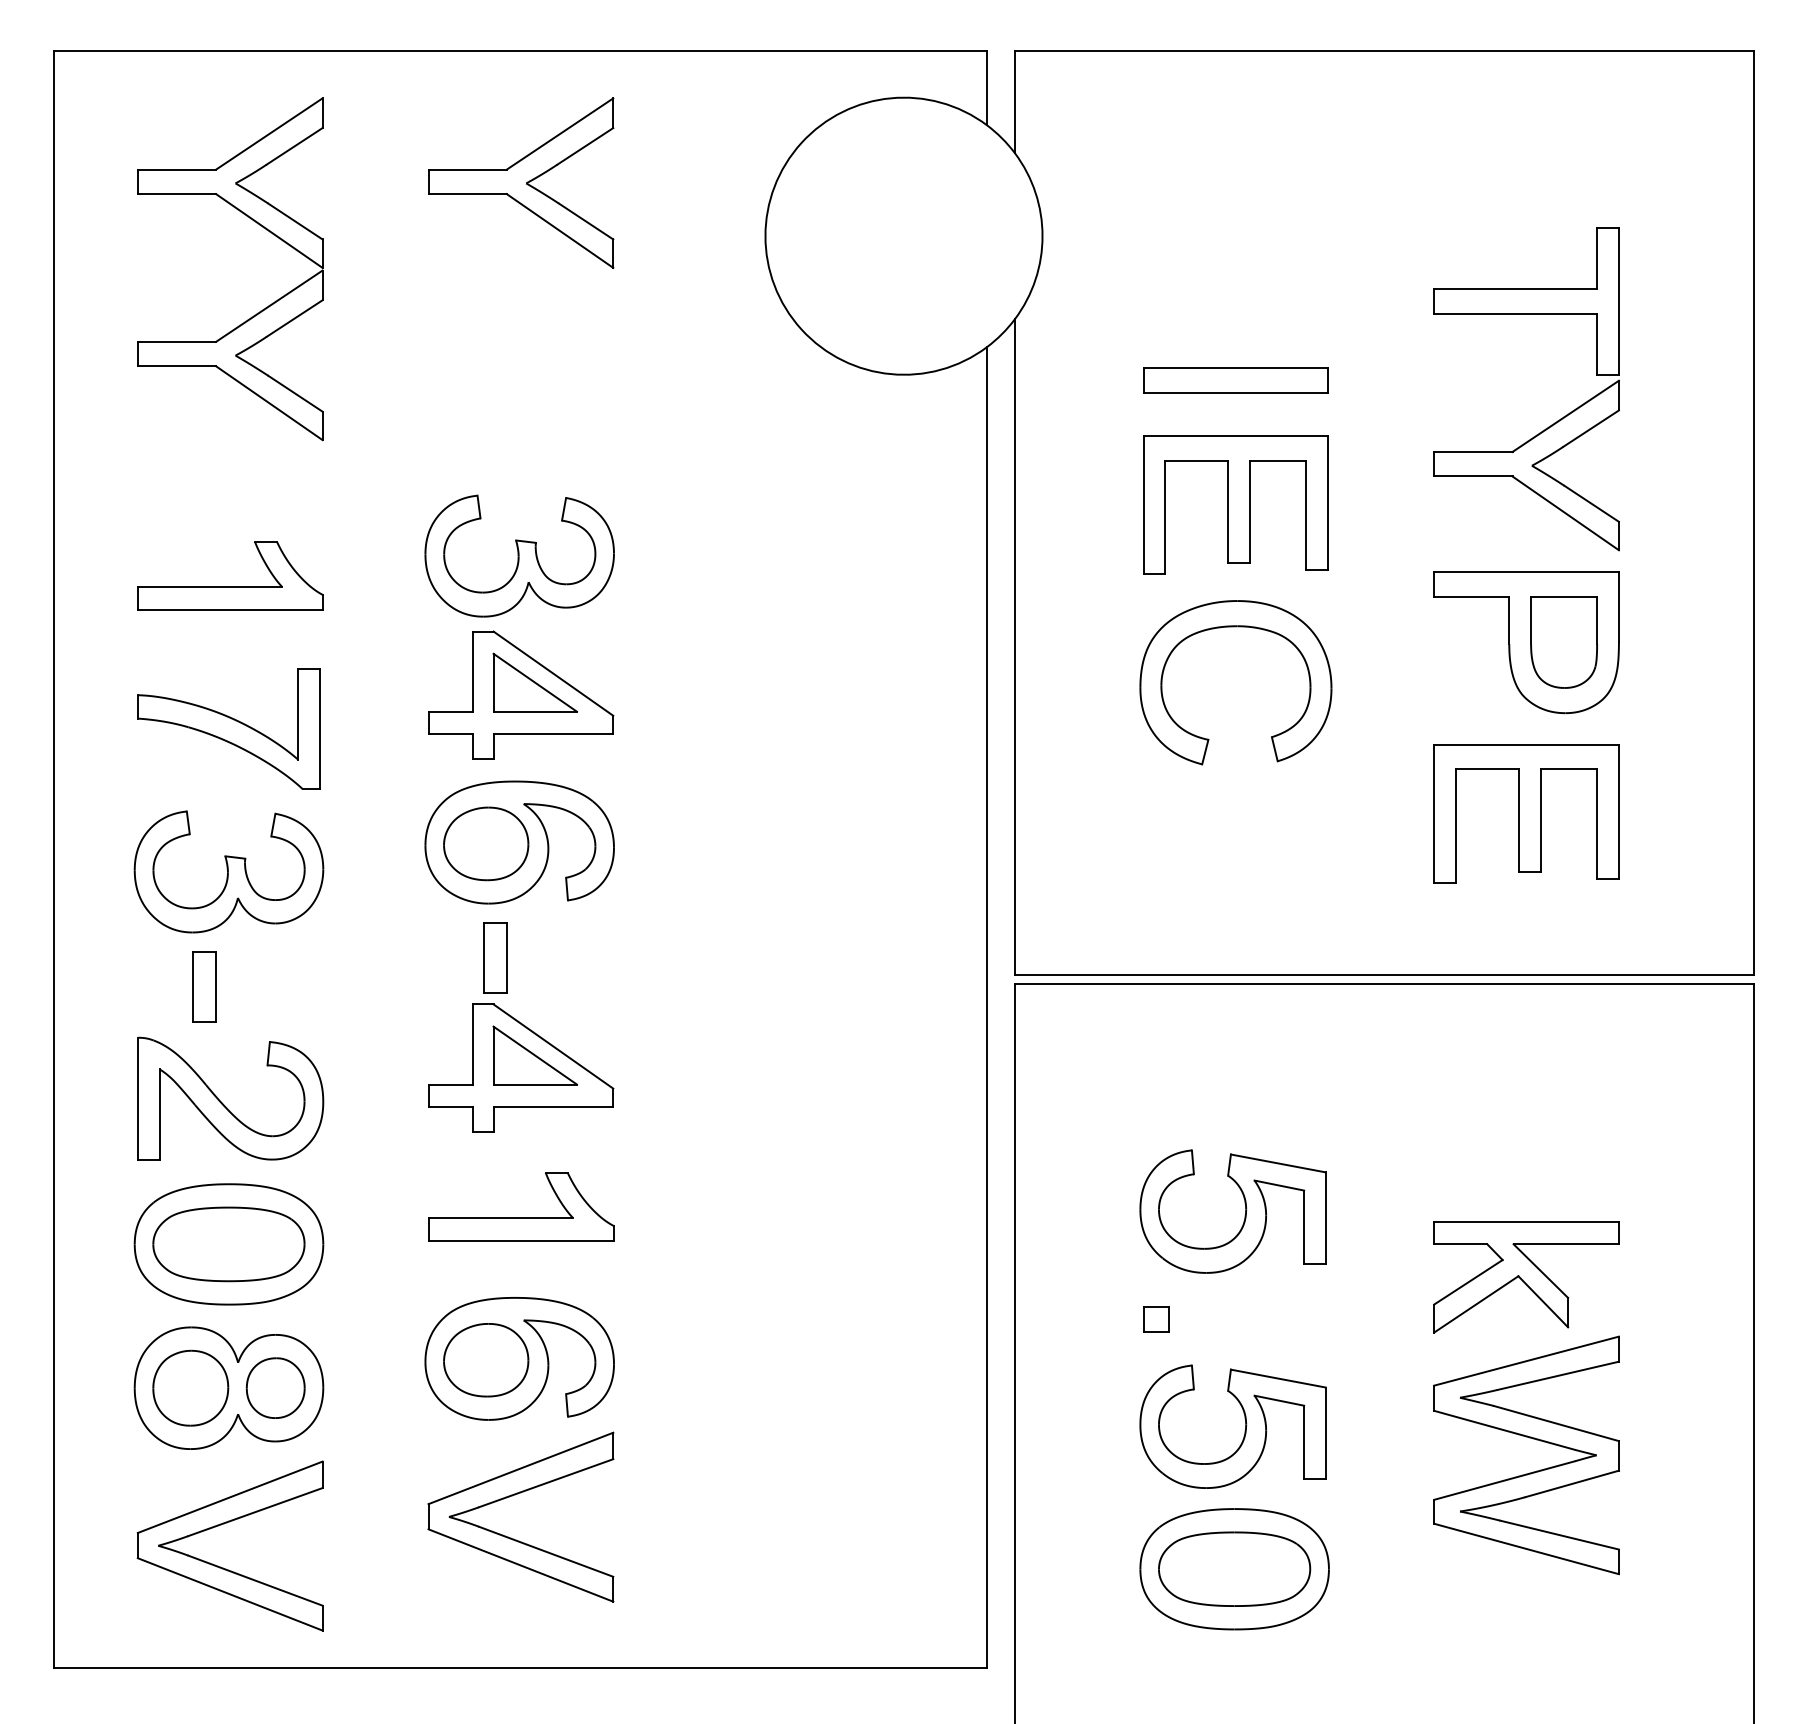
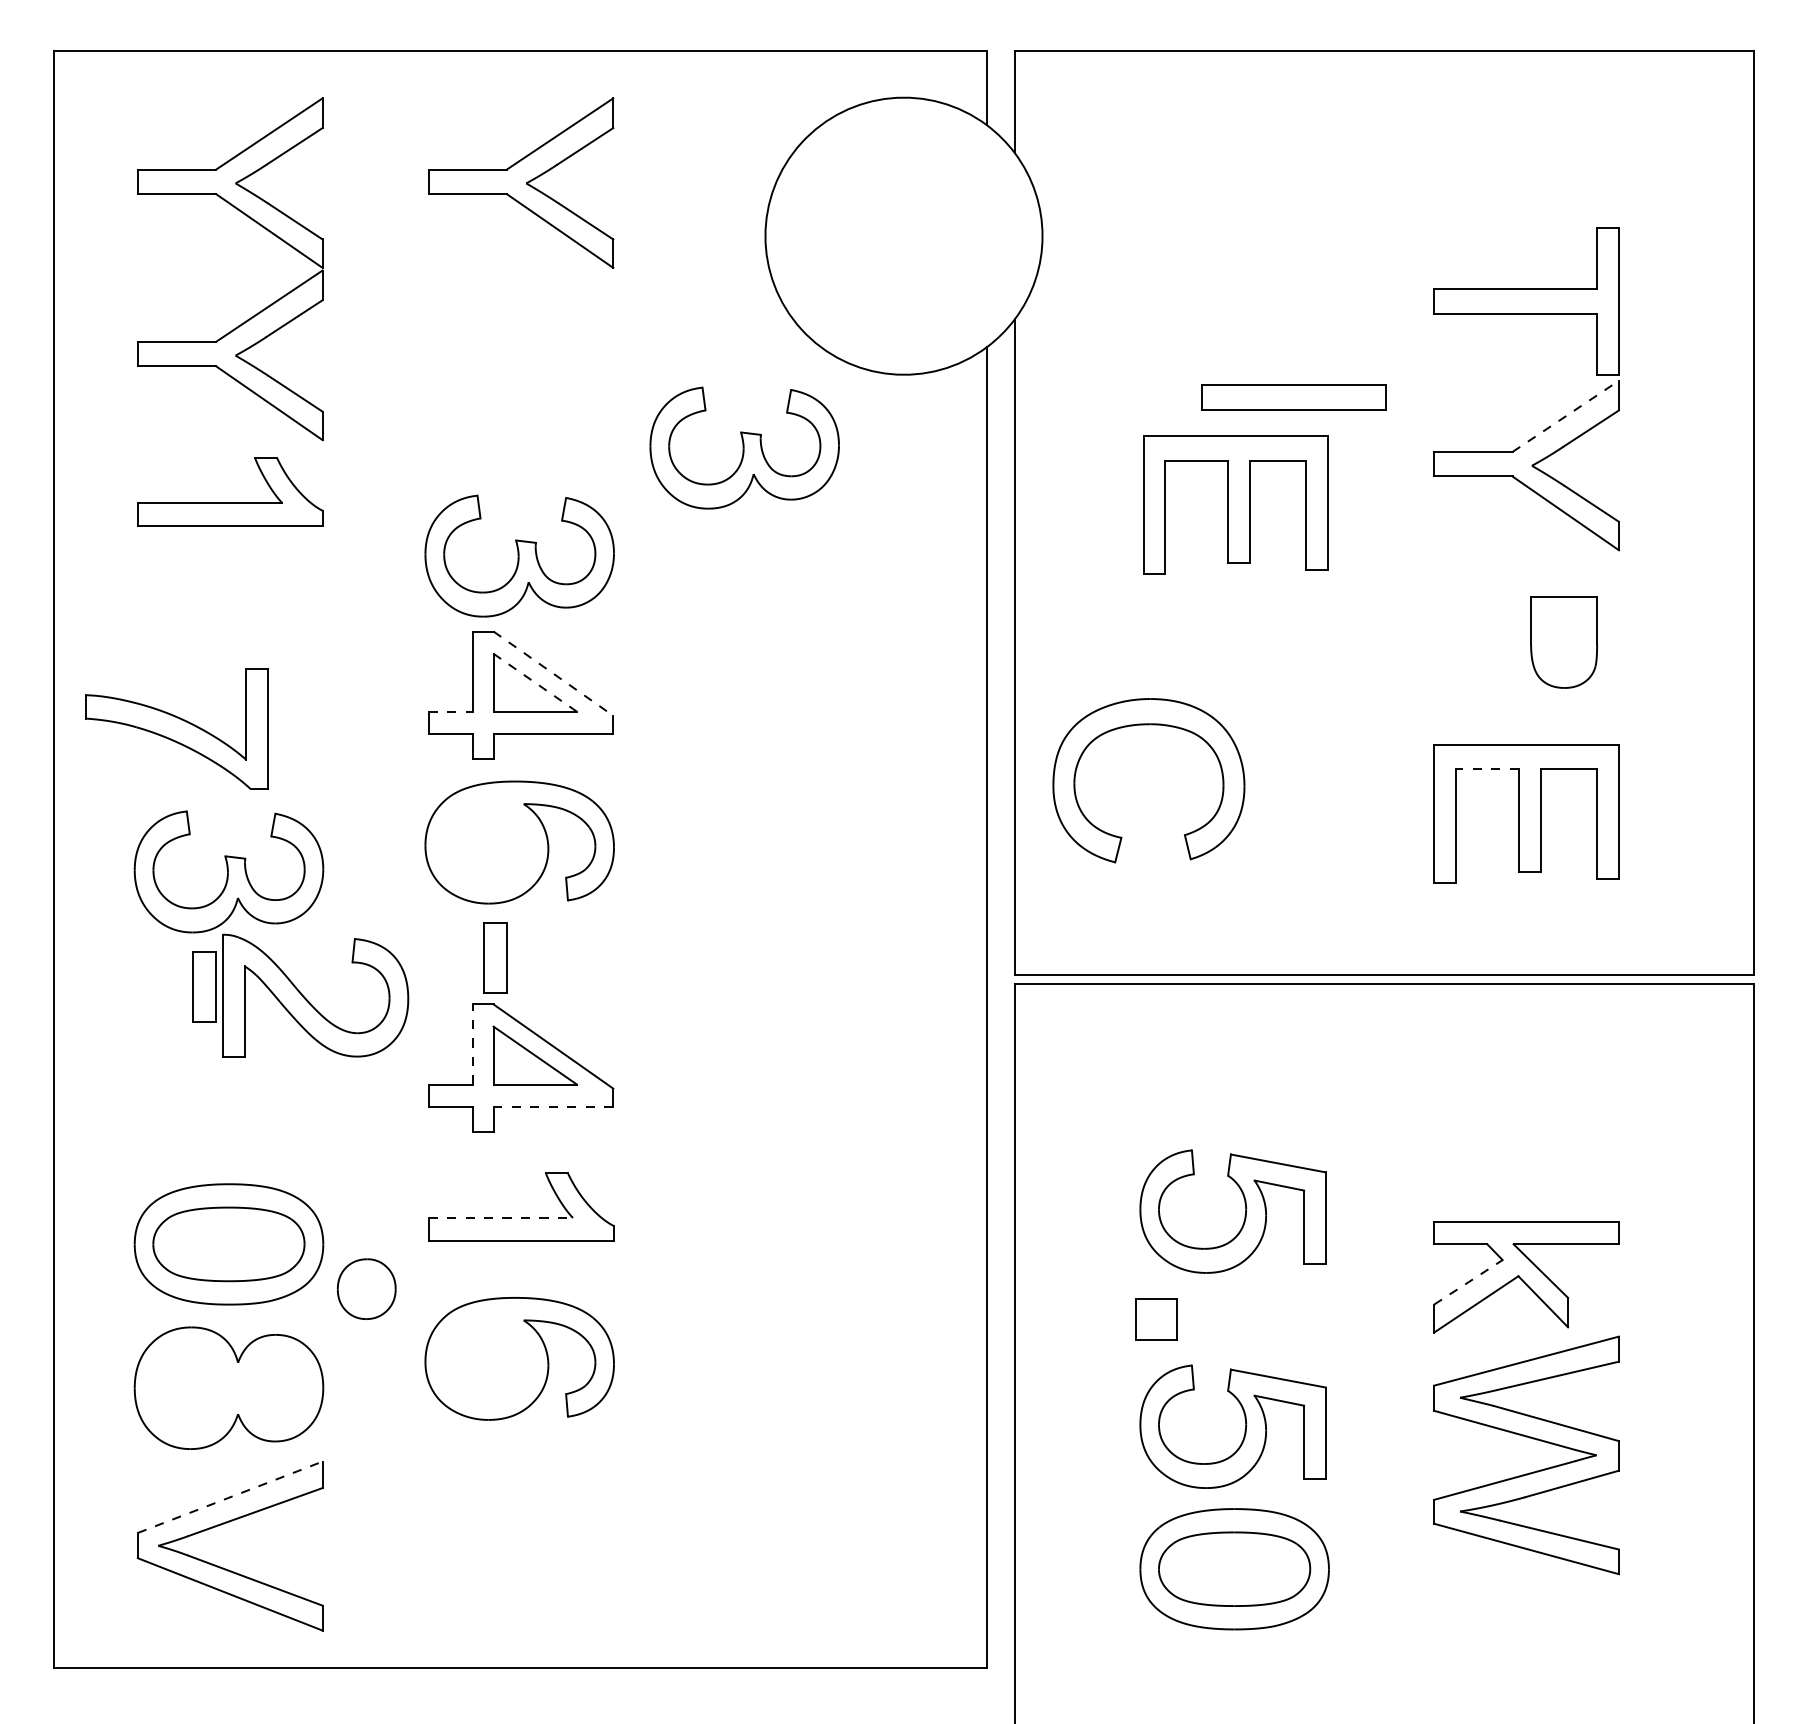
part at (1235, 380) position: (1235, 380) -> (1293, 397)
line at (1566, 416): solid -> dashed
part at (744, 447): none -> present
part at (230, 586) position: (230, 586) -> (230, 502)
part at (1235, 627) position: (1235, 627) -> (1148, 725)
part at (1526, 642): present -> none
line at (553, 673): solid -> dashed
line at (535, 682): solid -> dashed
line at (451, 711): solid -> dashed
part at (228, 728) position: (228, 728) -> (176, 728)
line at (1486, 769): solid -> dashed
part at (486, 843): present -> none
line at (472, 1043): solid -> dashed
part at (224, 1104) position: (224, 1104) -> (309, 1001)
line at (553, 1107): solid -> dashed
line at (501, 1218): solid -> dashed
line at (1468, 1282): solid -> dashed
part at (1156, 1319) size: 27x27 px -> 43x43 px
part at (486, 1360): present -> none
part at (190, 1387): present -> none
part at (275, 1387) position: (275, 1387) -> (366, 1288)
part at (512, 1496): present -> none
line at (230, 1497): solid -> dashed
